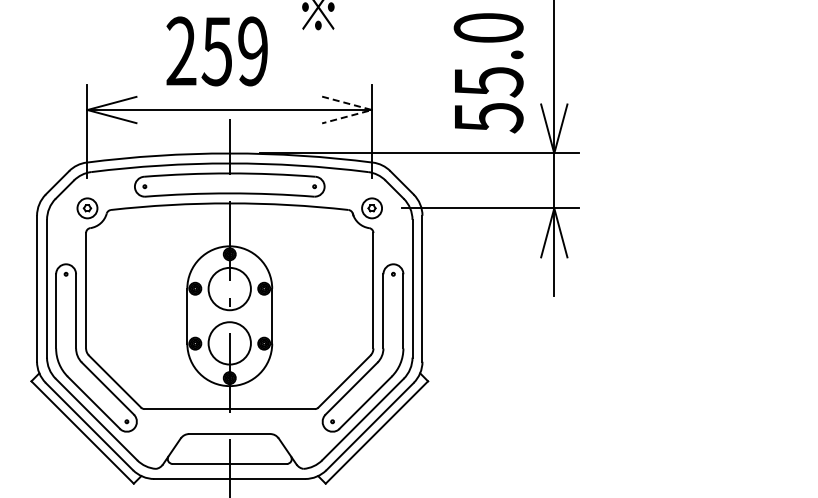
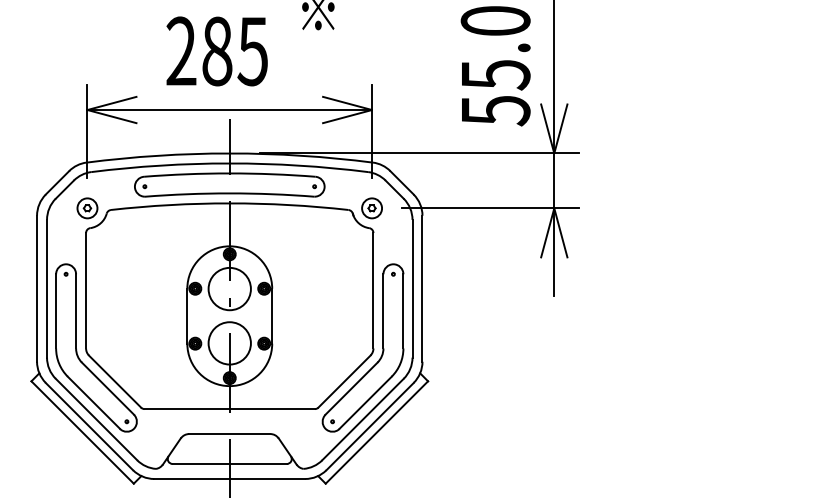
text at (234, 51): 259 -> 285
text at (488, 73) position: (488, 73) -> (495, 66)
line at (372, 110): dashed -> solid
